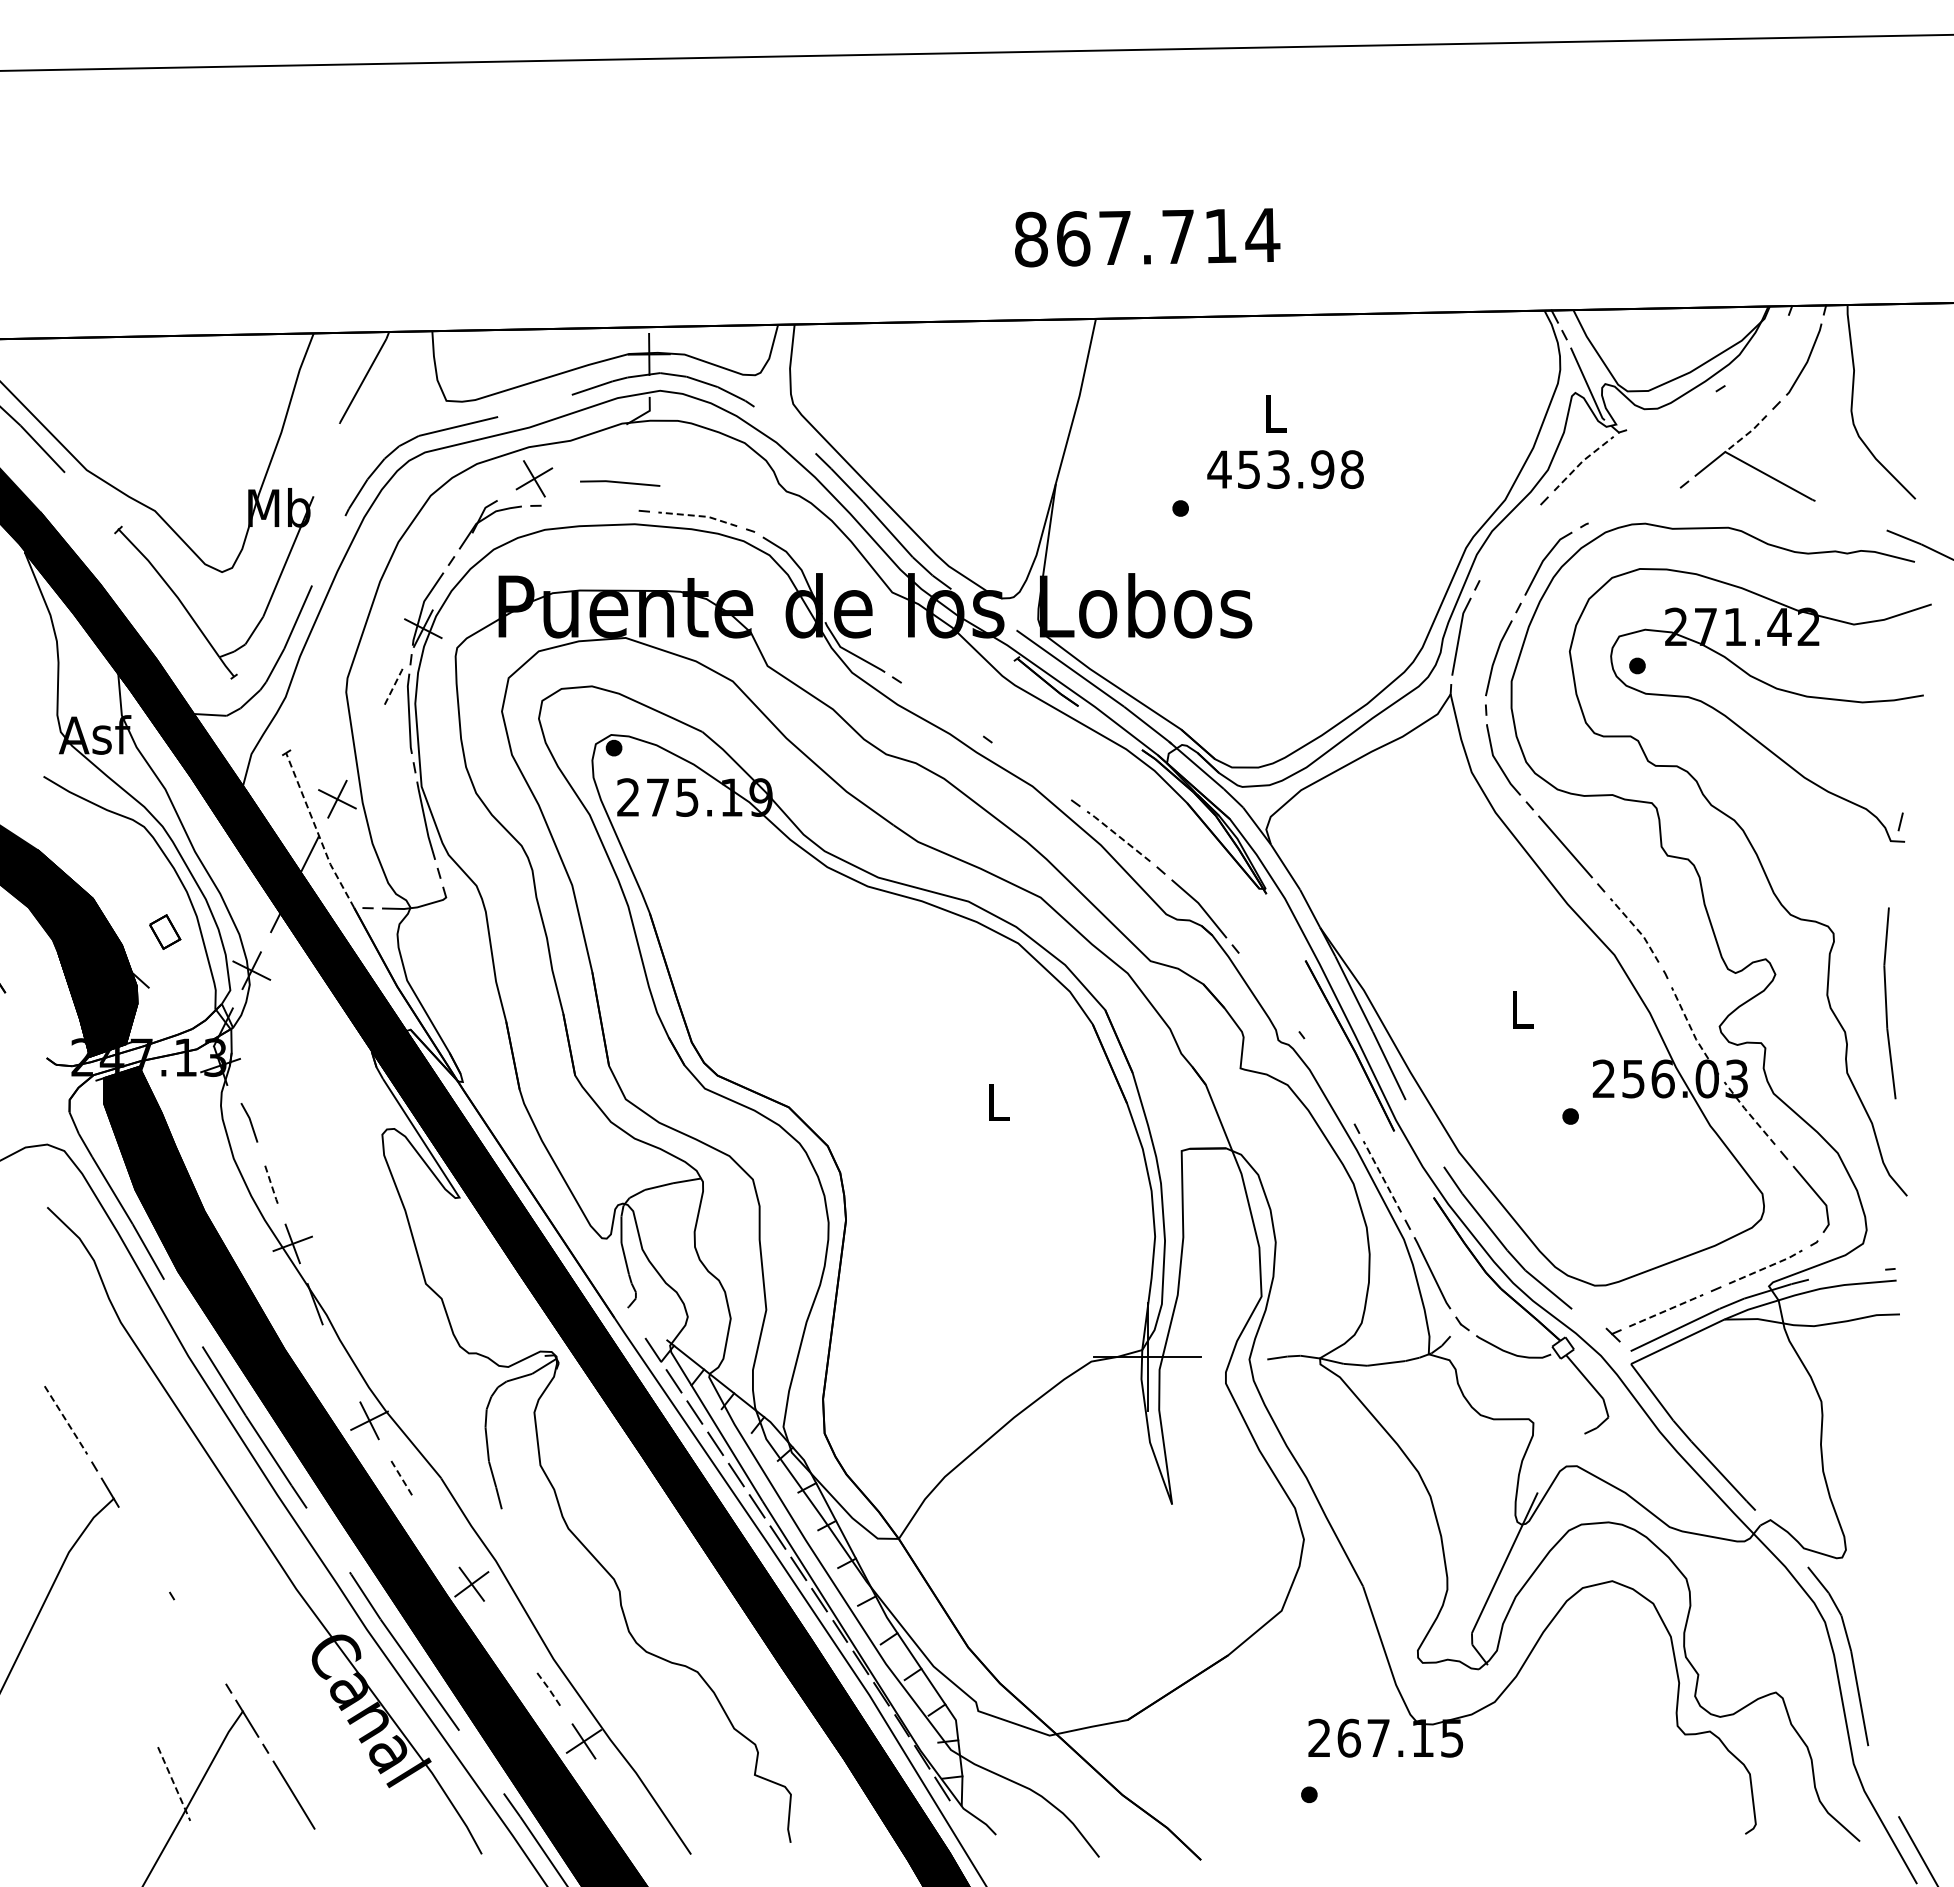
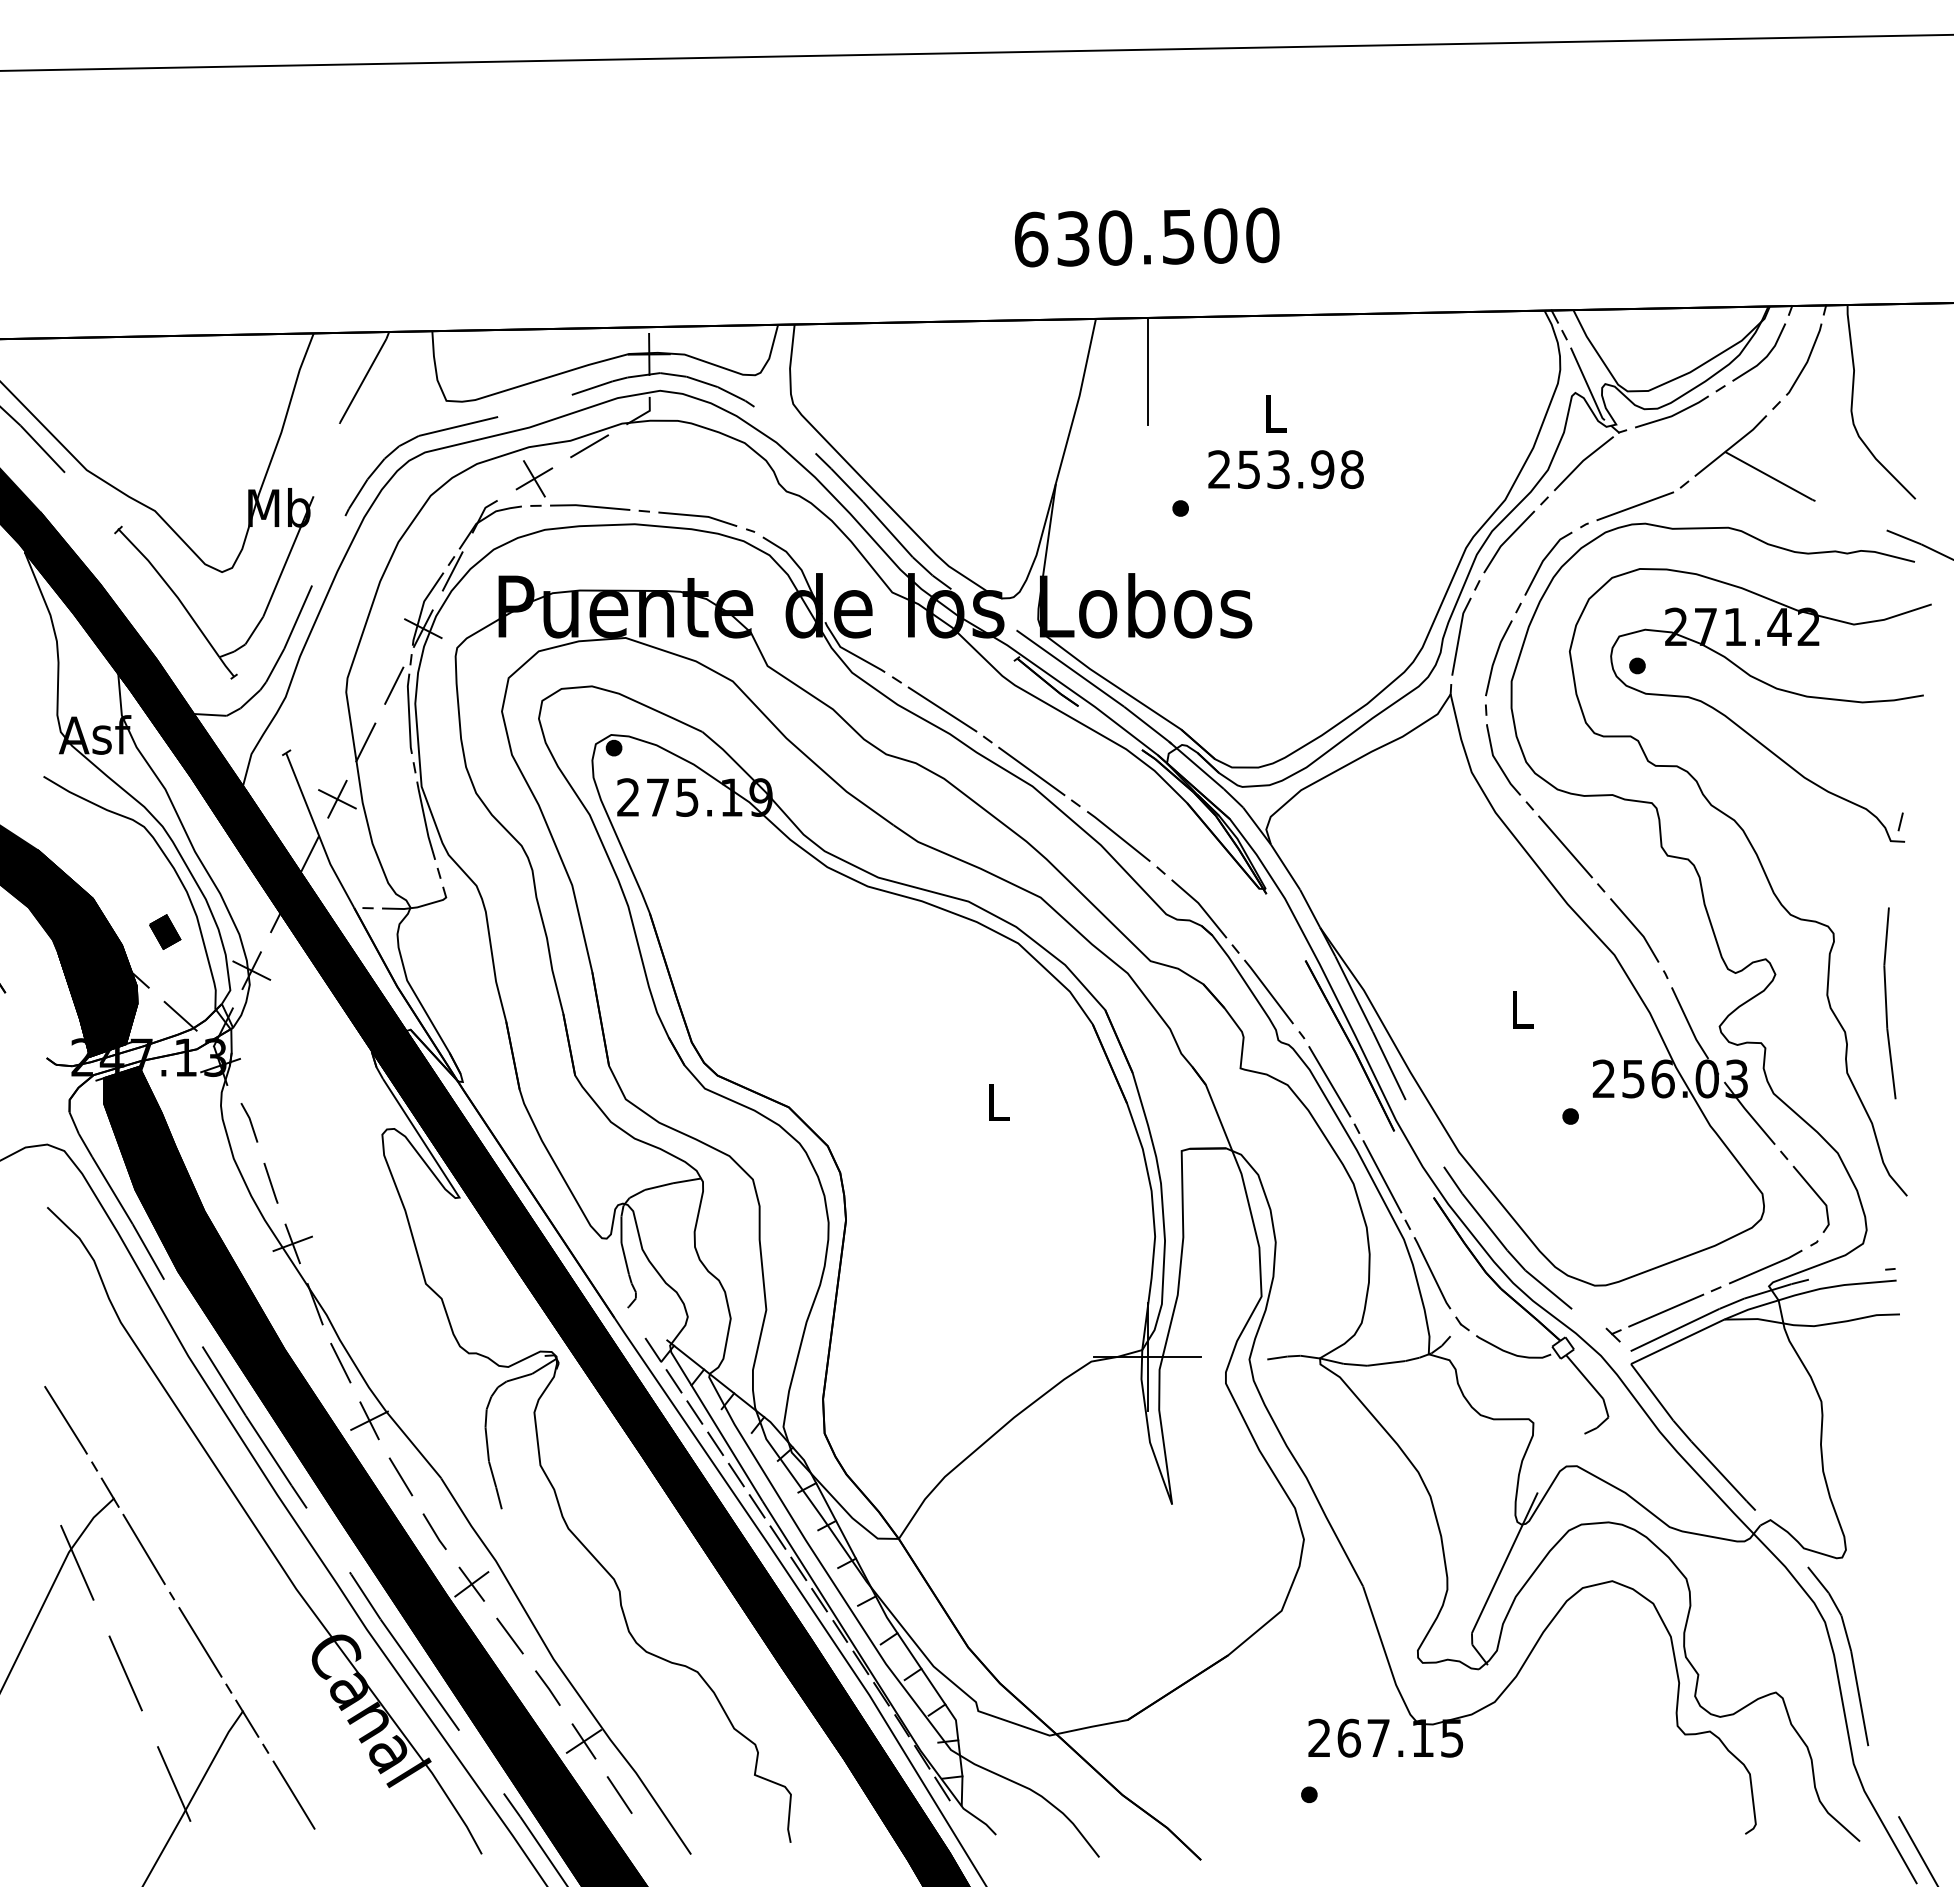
text at (1147, 237): 867.714 -> 630.500
line at (1764, 357): none -> present
line at (1147, 371): none -> present
line at (1672, 414): none -> present
line at (1746, 434): dashed -> solid
line at (589, 446): none -> present
line at (1582, 461): dashed -> solid
text at (1219, 469): 453.98 -> 253.98
line at (620, 483) position: (620, 483) -> (590, 507)
line at (1635, 506): none -> present
line at (698, 516): dashed -> solid
line at (1508, 539): none -> present
line at (452, 571): none -> present
line at (394, 685): dashed -> solid
line at (942, 709): none -> present
line at (365, 742): none -> present
line at (1031, 771): none -> present
line at (317, 831): dashed -> solid
line at (1118, 835): dashed -> solid
line at (1637, 929): dashed -> solid
fill at (164, 931): none -> present
line at (1268, 991): none -> present
line at (180, 1015): none -> present
line at (1689, 1024): dashed -> solid
line at (1329, 1081): none -> present
line at (1748, 1112): dashed -> solid
line at (1382, 1176): dashed -> solid
line at (271, 1183): dashed -> solid
line at (1767, 1267): dashed -> solid
line at (1666, 1310): dashed -> solid
line at (340, 1362): none -> present
line at (66, 1420): dashed -> solid
line at (400, 1476): dashed -> solid
line at (434, 1531): none -> present
line at (143, 1548): none -> present
line at (77, 1562): none -> present
line at (509, 1635): none -> present
line at (200, 1642): none -> present
line at (125, 1673): none -> present
line at (548, 1688): dashed -> solid
line at (174, 1784): dashed -> solid
line at (619, 1794): none -> present
